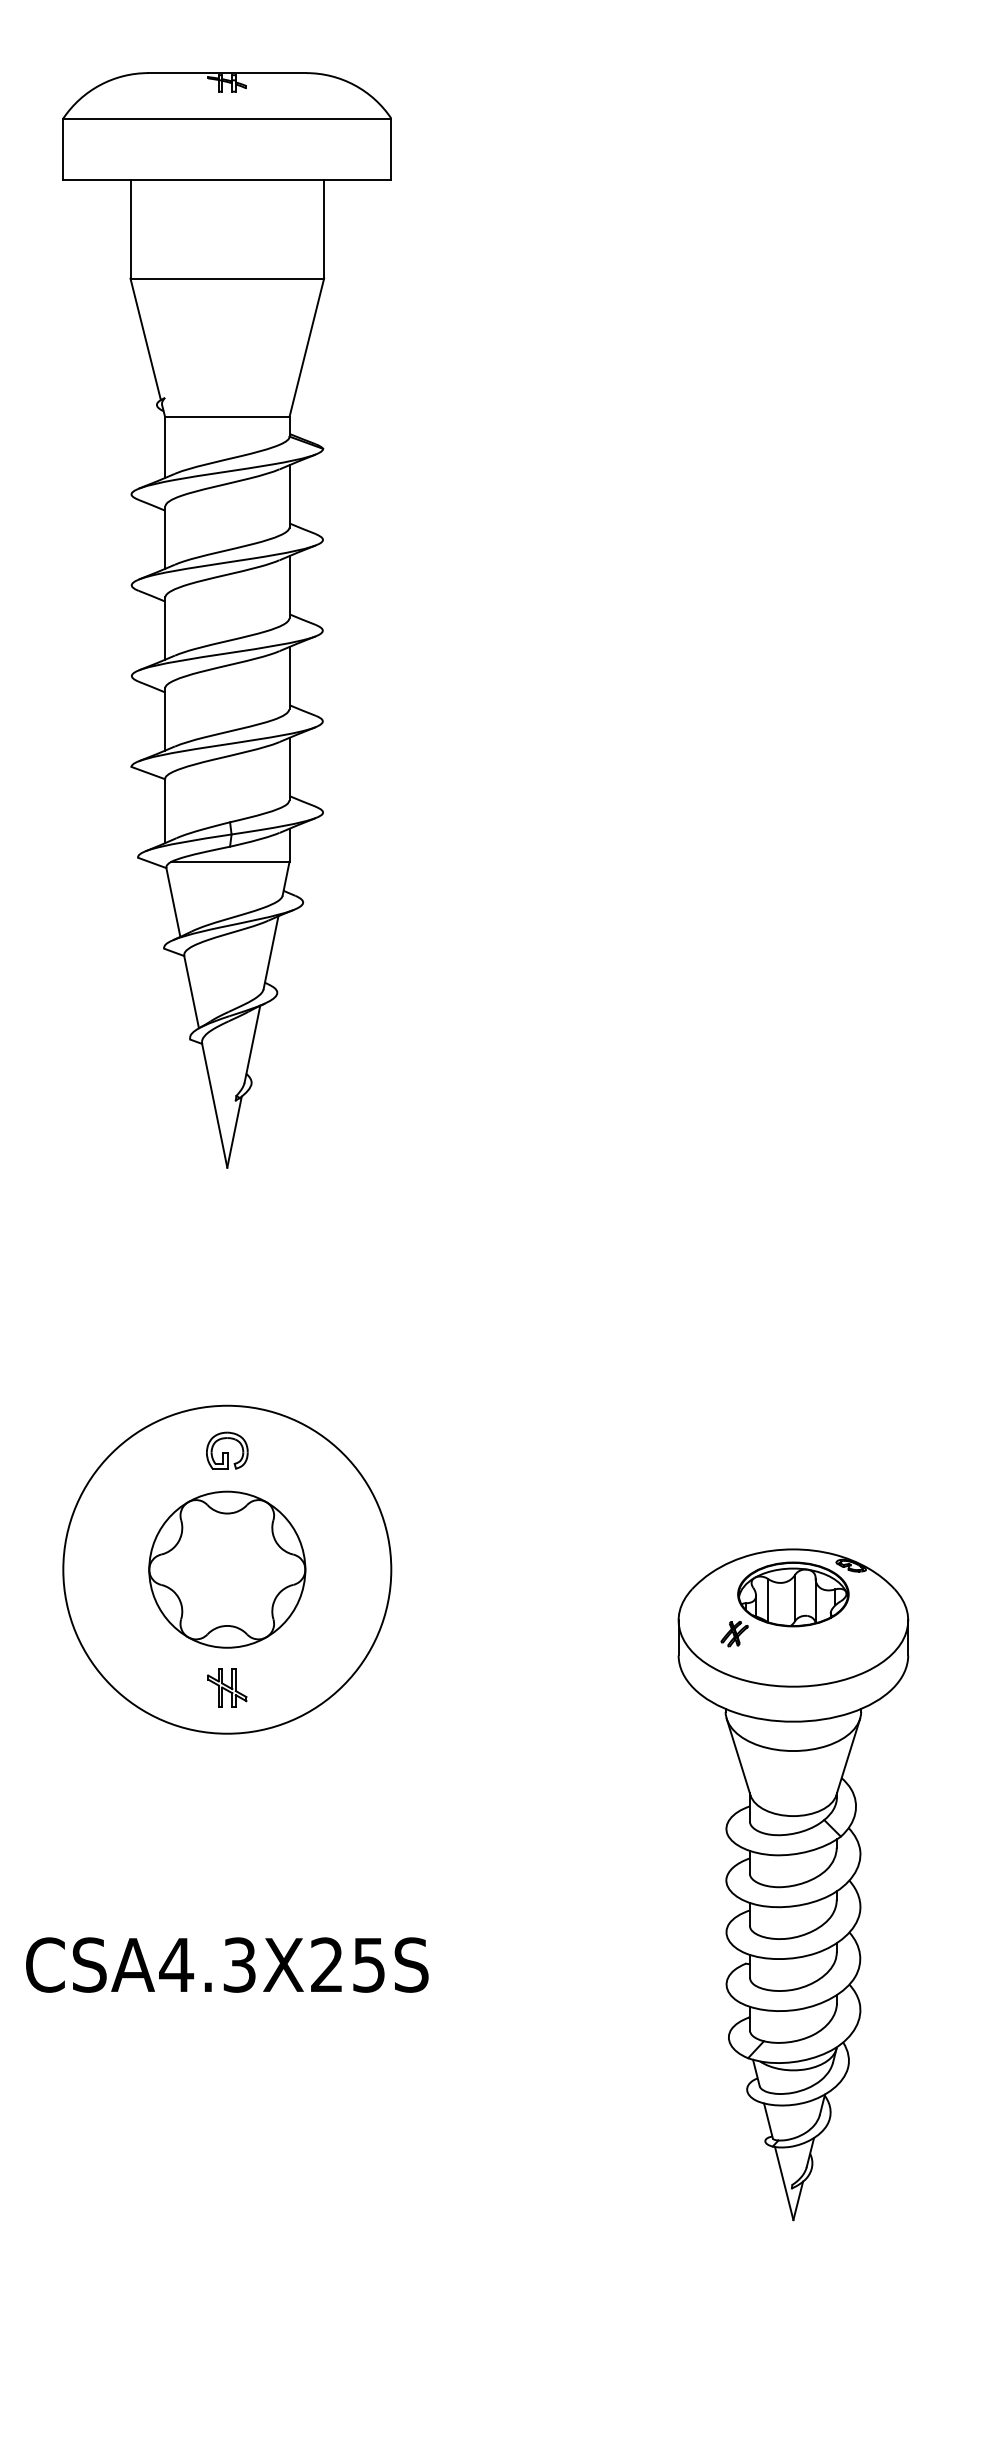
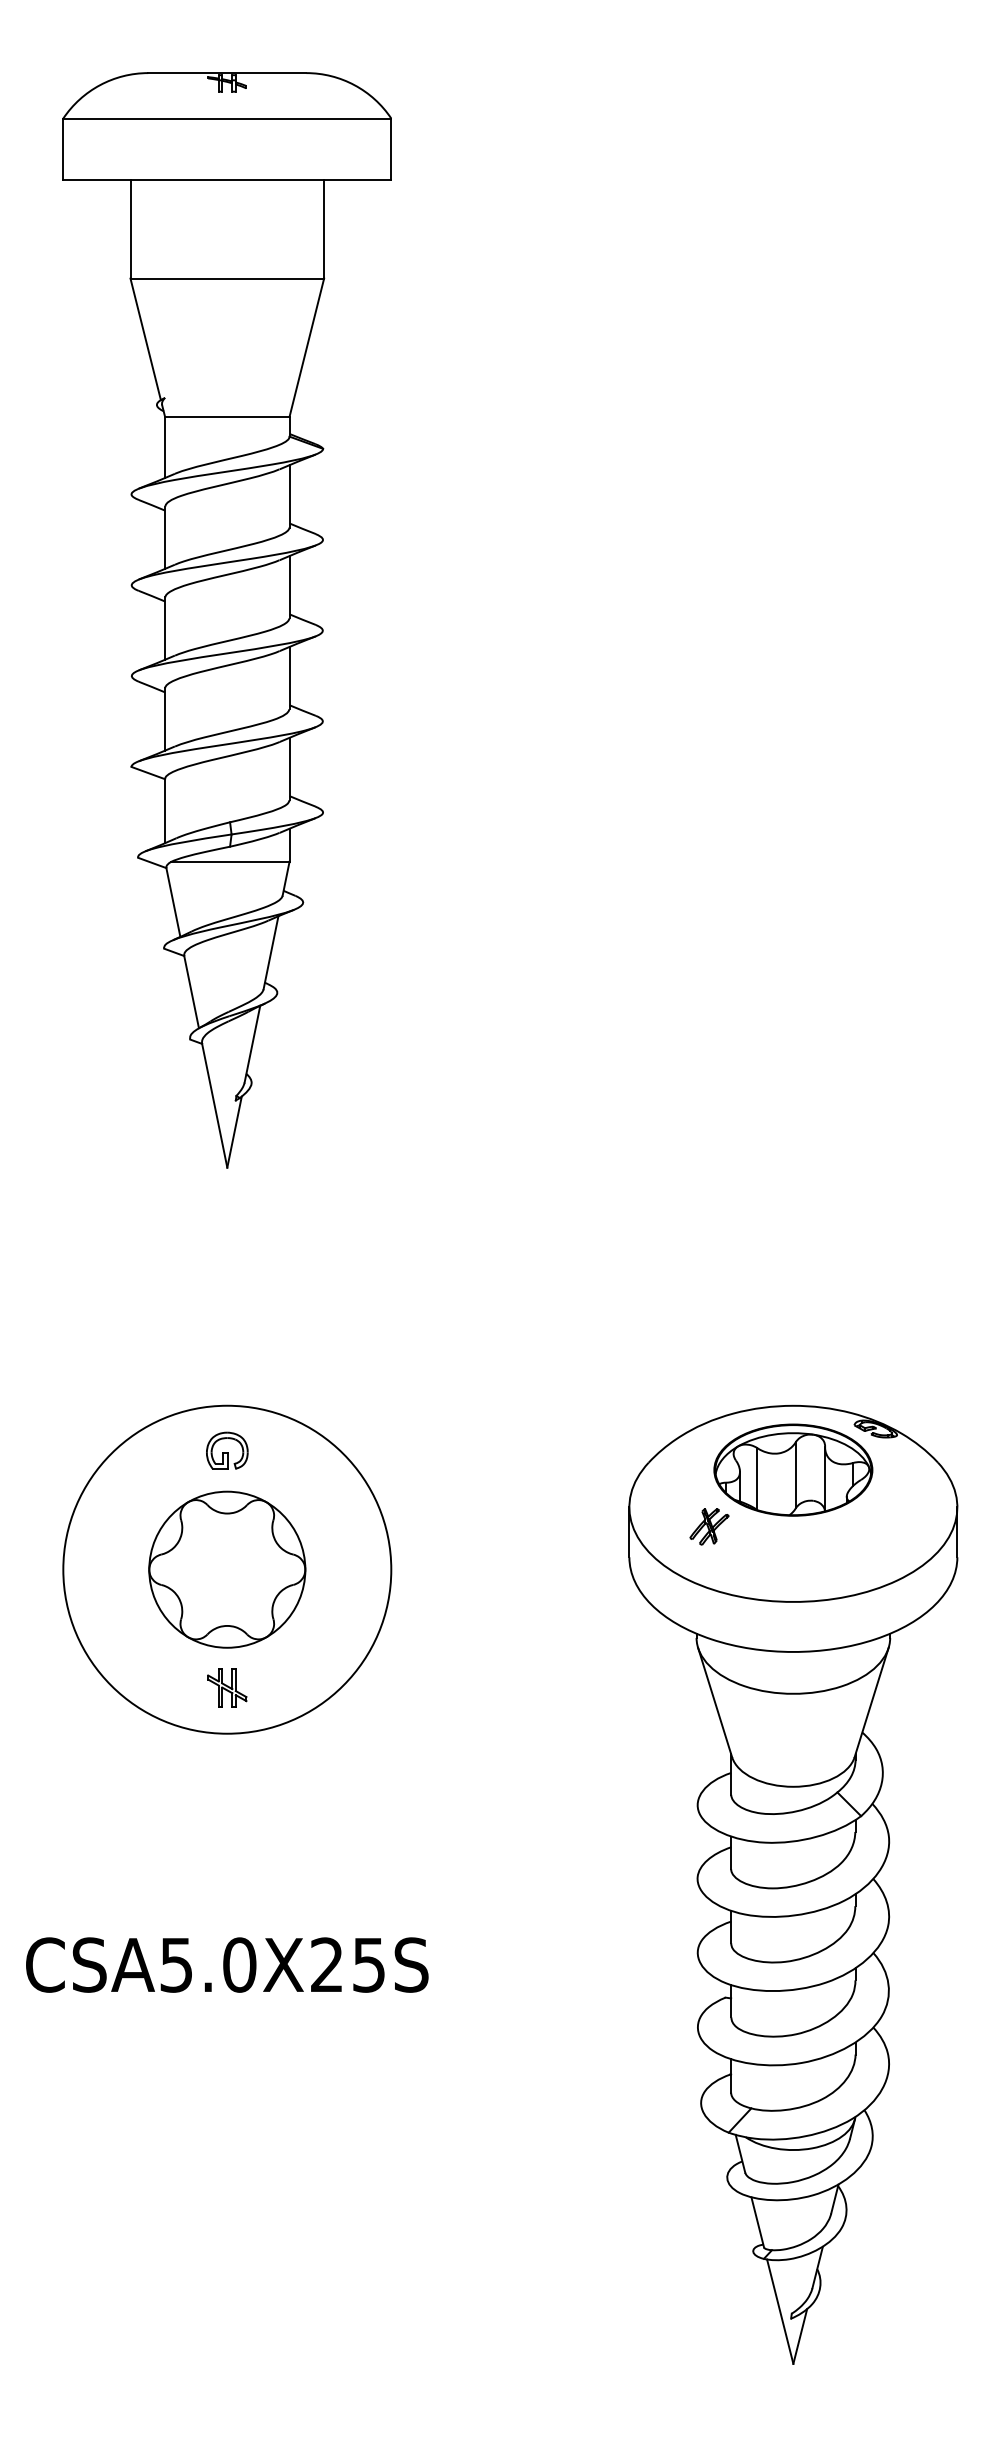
part at (793, 1884) size: 233x674 px -> 331x961 px
text at (207, 1964): CSA4.3X25S -> CSA5.0X25S
